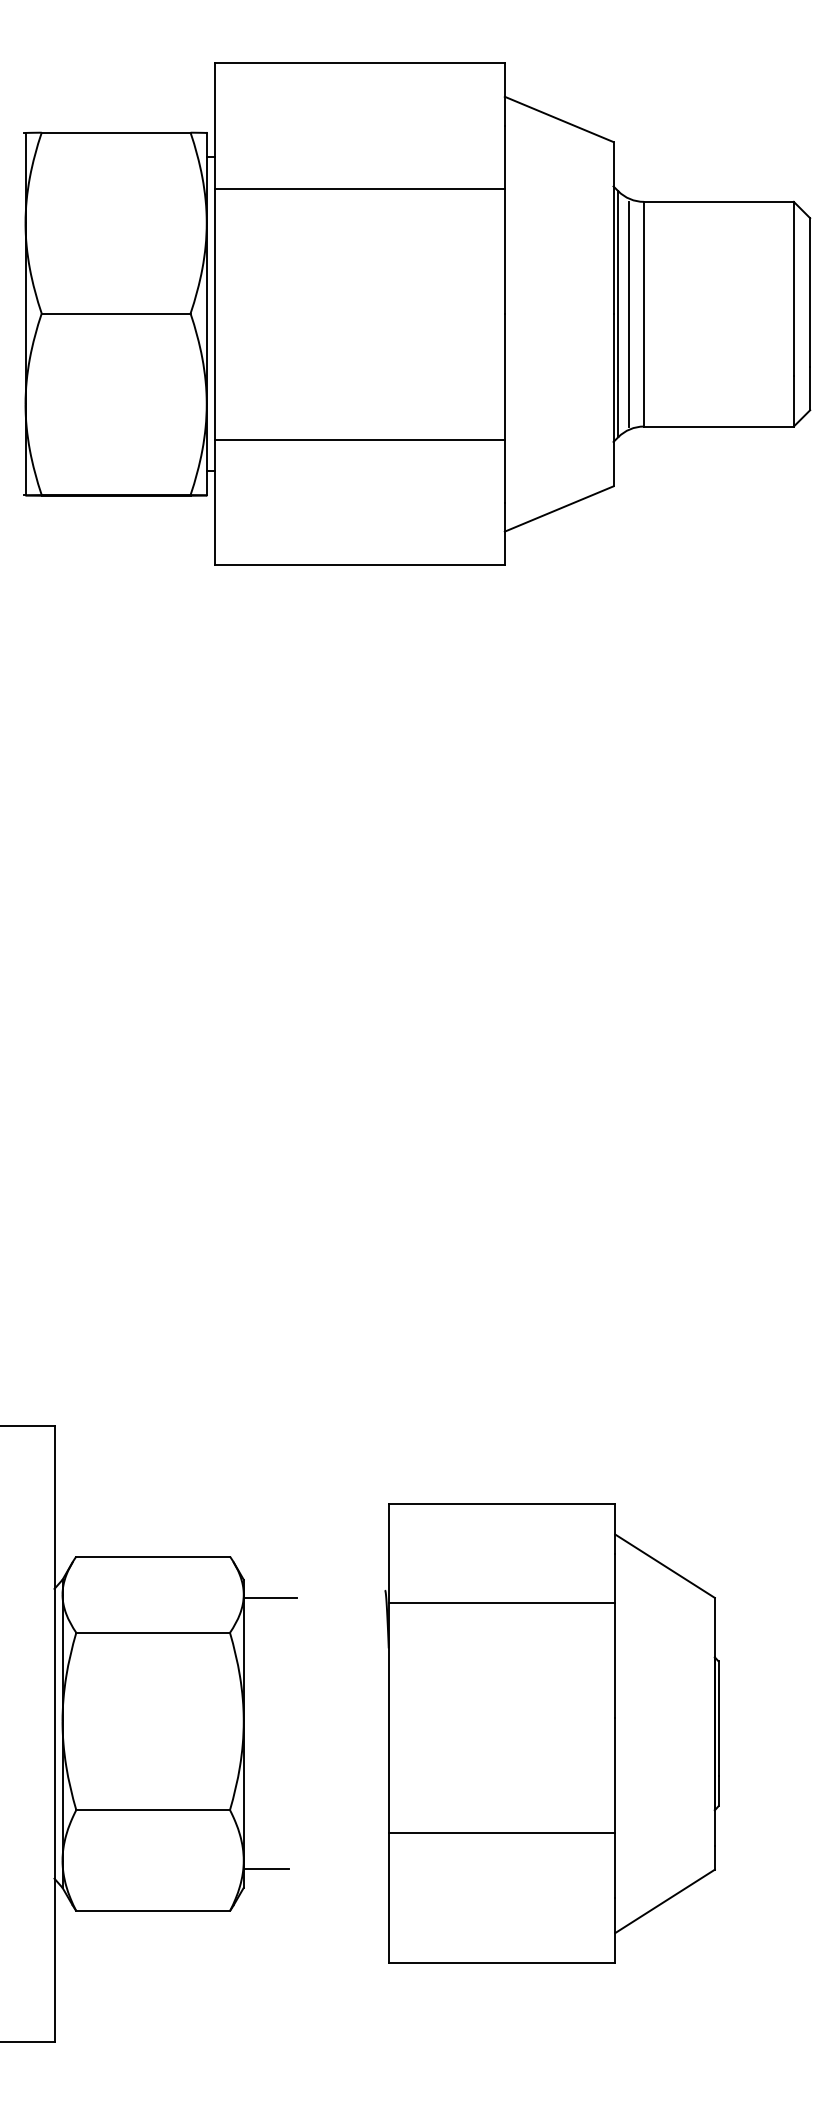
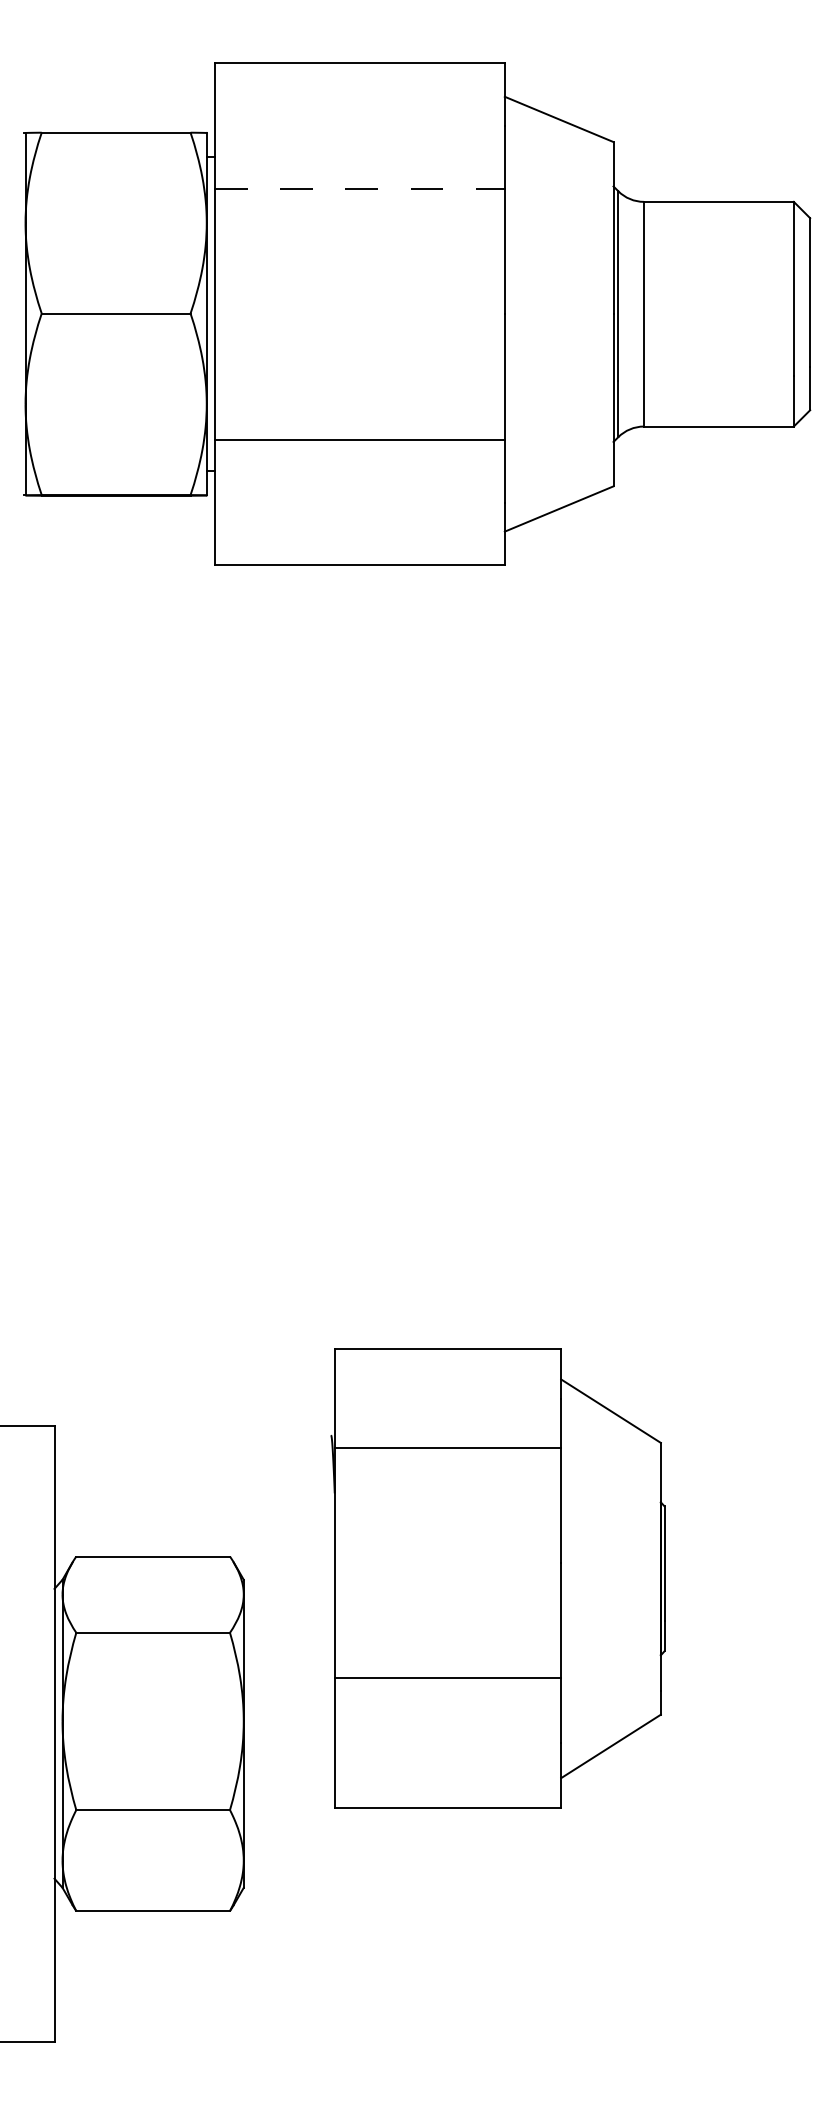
line at (359, 188): solid -> dashed
line at (628, 313): present -> none
line at (269, 1598): present -> none
part at (551, 1733) position: (551, 1733) -> (497, 1578)
line at (266, 1869): present -> none
